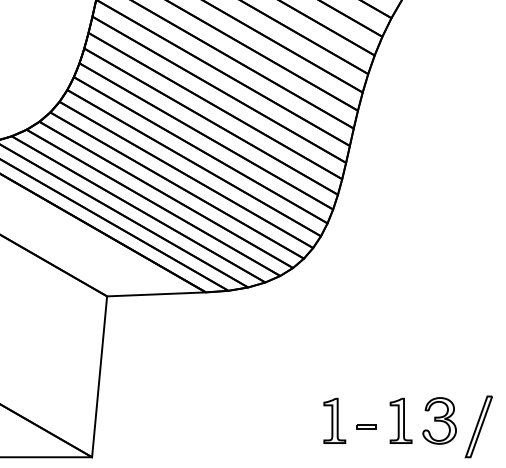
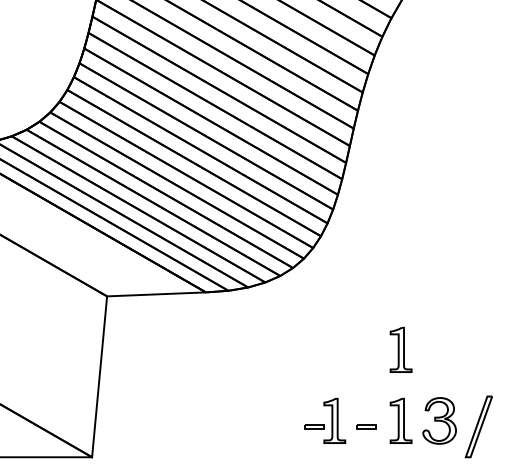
part at (400, 349): none -> present
part at (314, 426): none -> present
